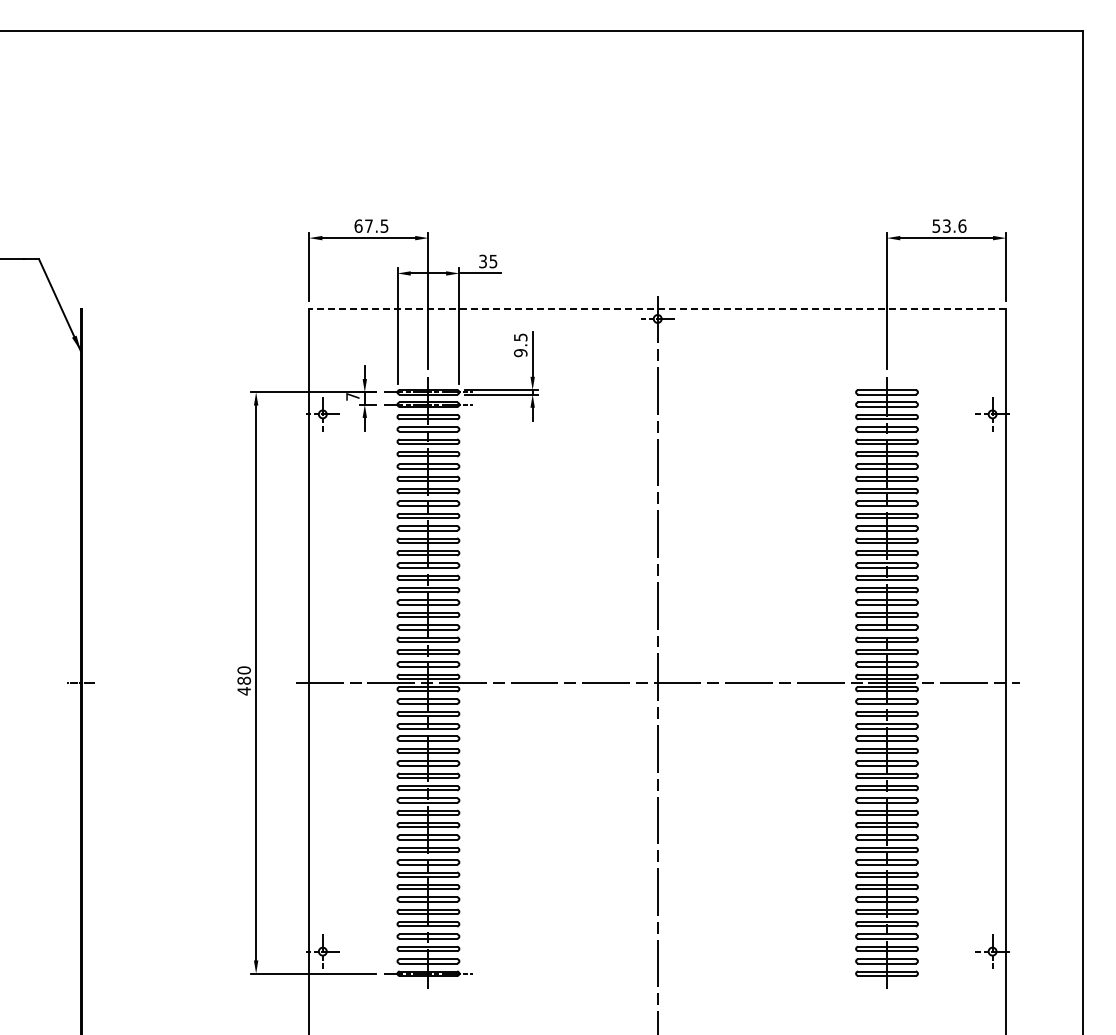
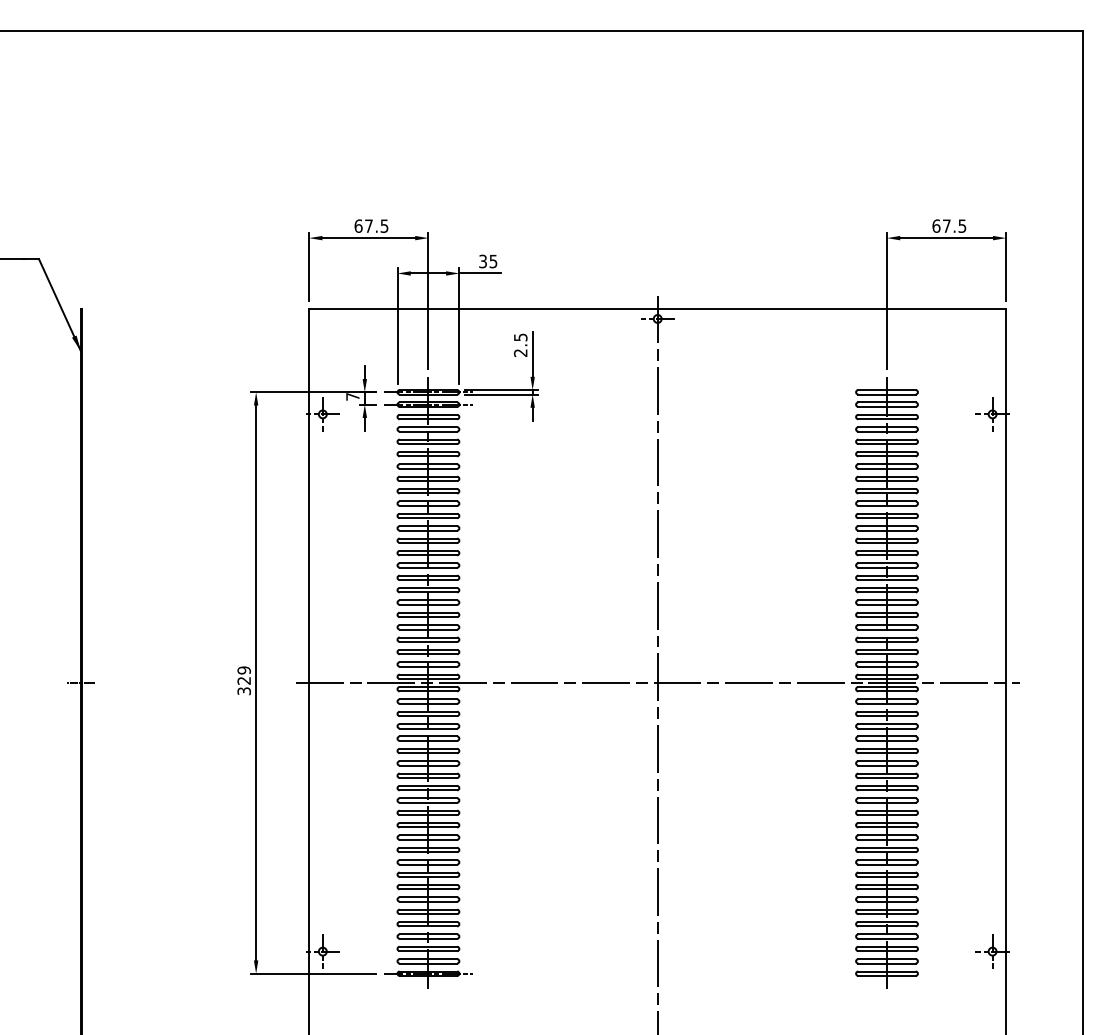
text at (949, 225): 53.6 -> 67.5
line at (657, 308): dashed -> solid
text at (520, 353): 9.5 -> 2.5
text at (243, 680): 480 -> 329
